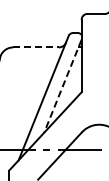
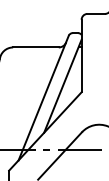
line at (35, 47): dashed -> solid
line at (62, 86): dashed -> solid
